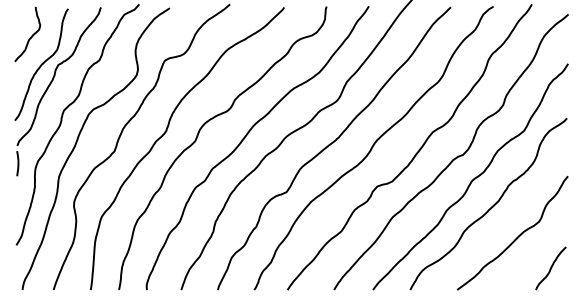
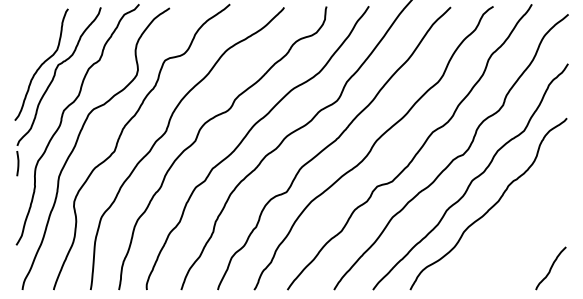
curve at (30, 36): present -> none
curve at (516, 237): present -> none
